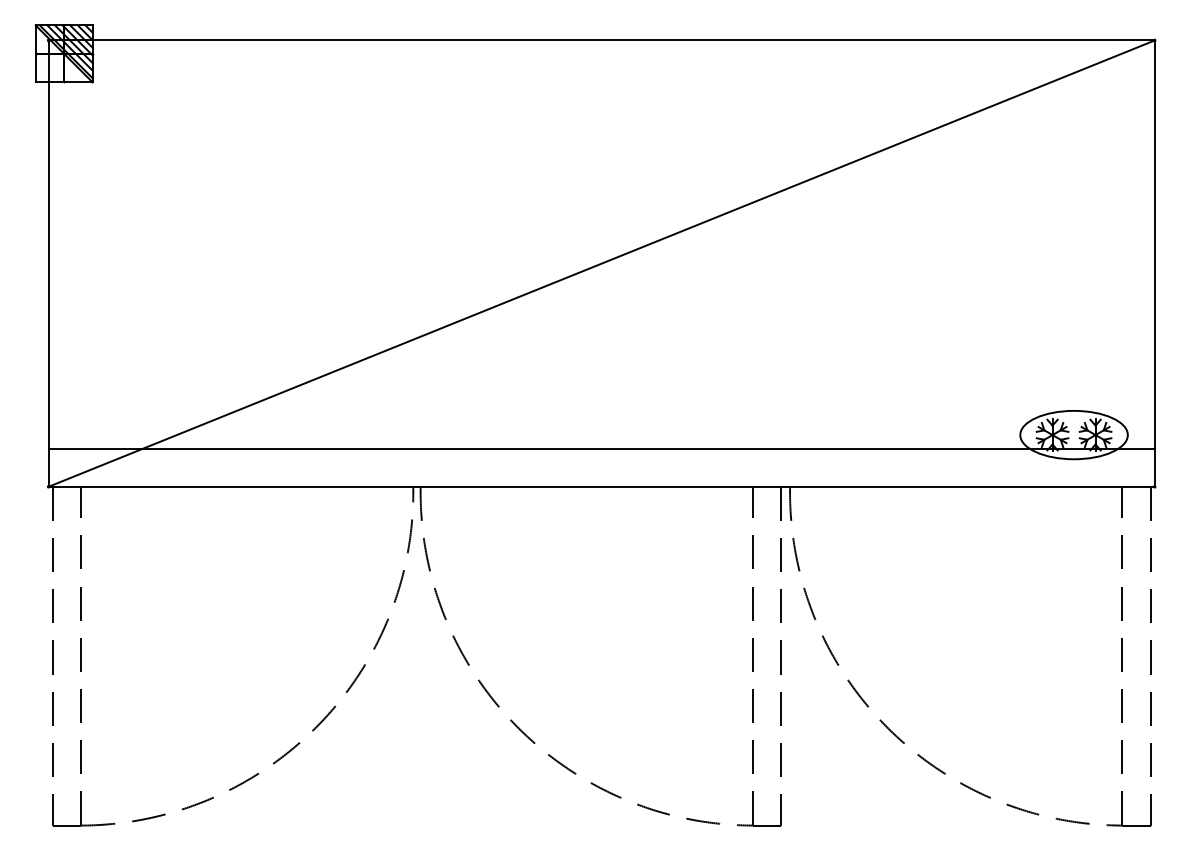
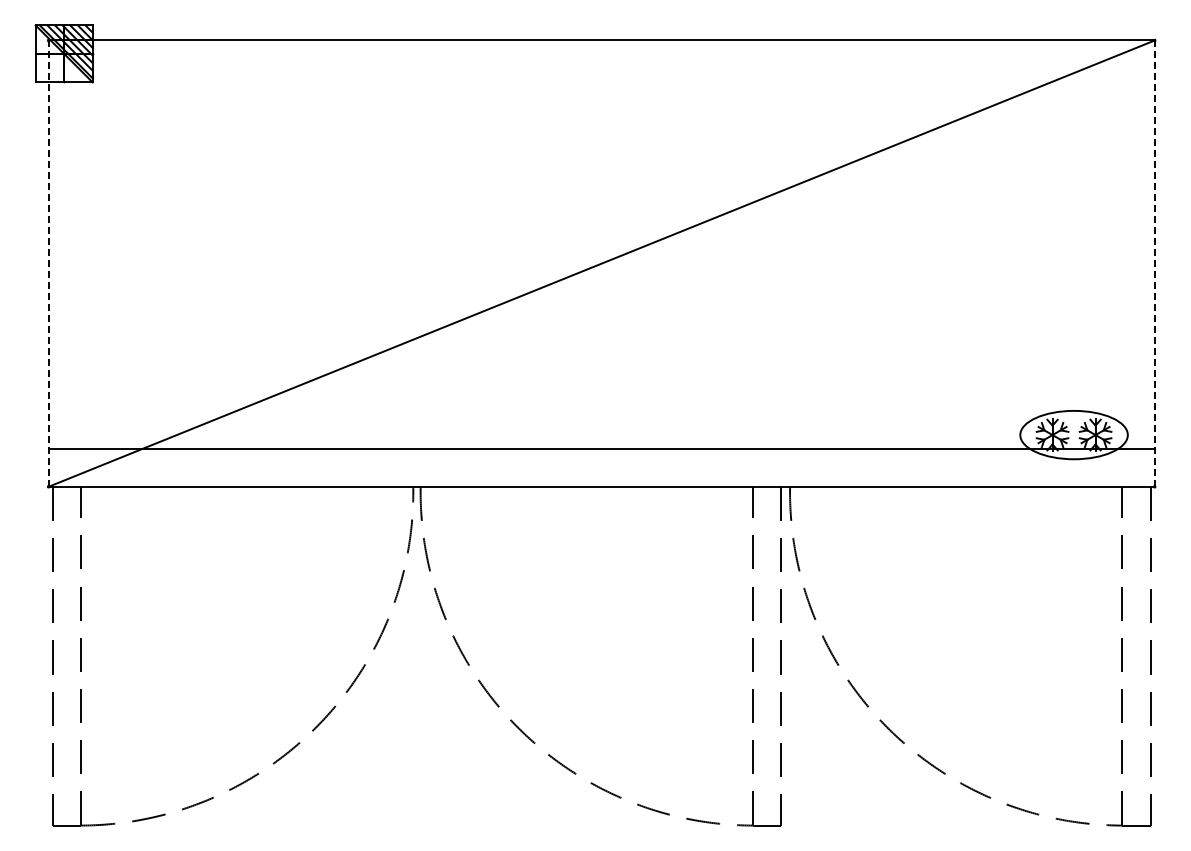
line at (48, 263): solid -> dashed
line at (1154, 264): solid -> dashed
